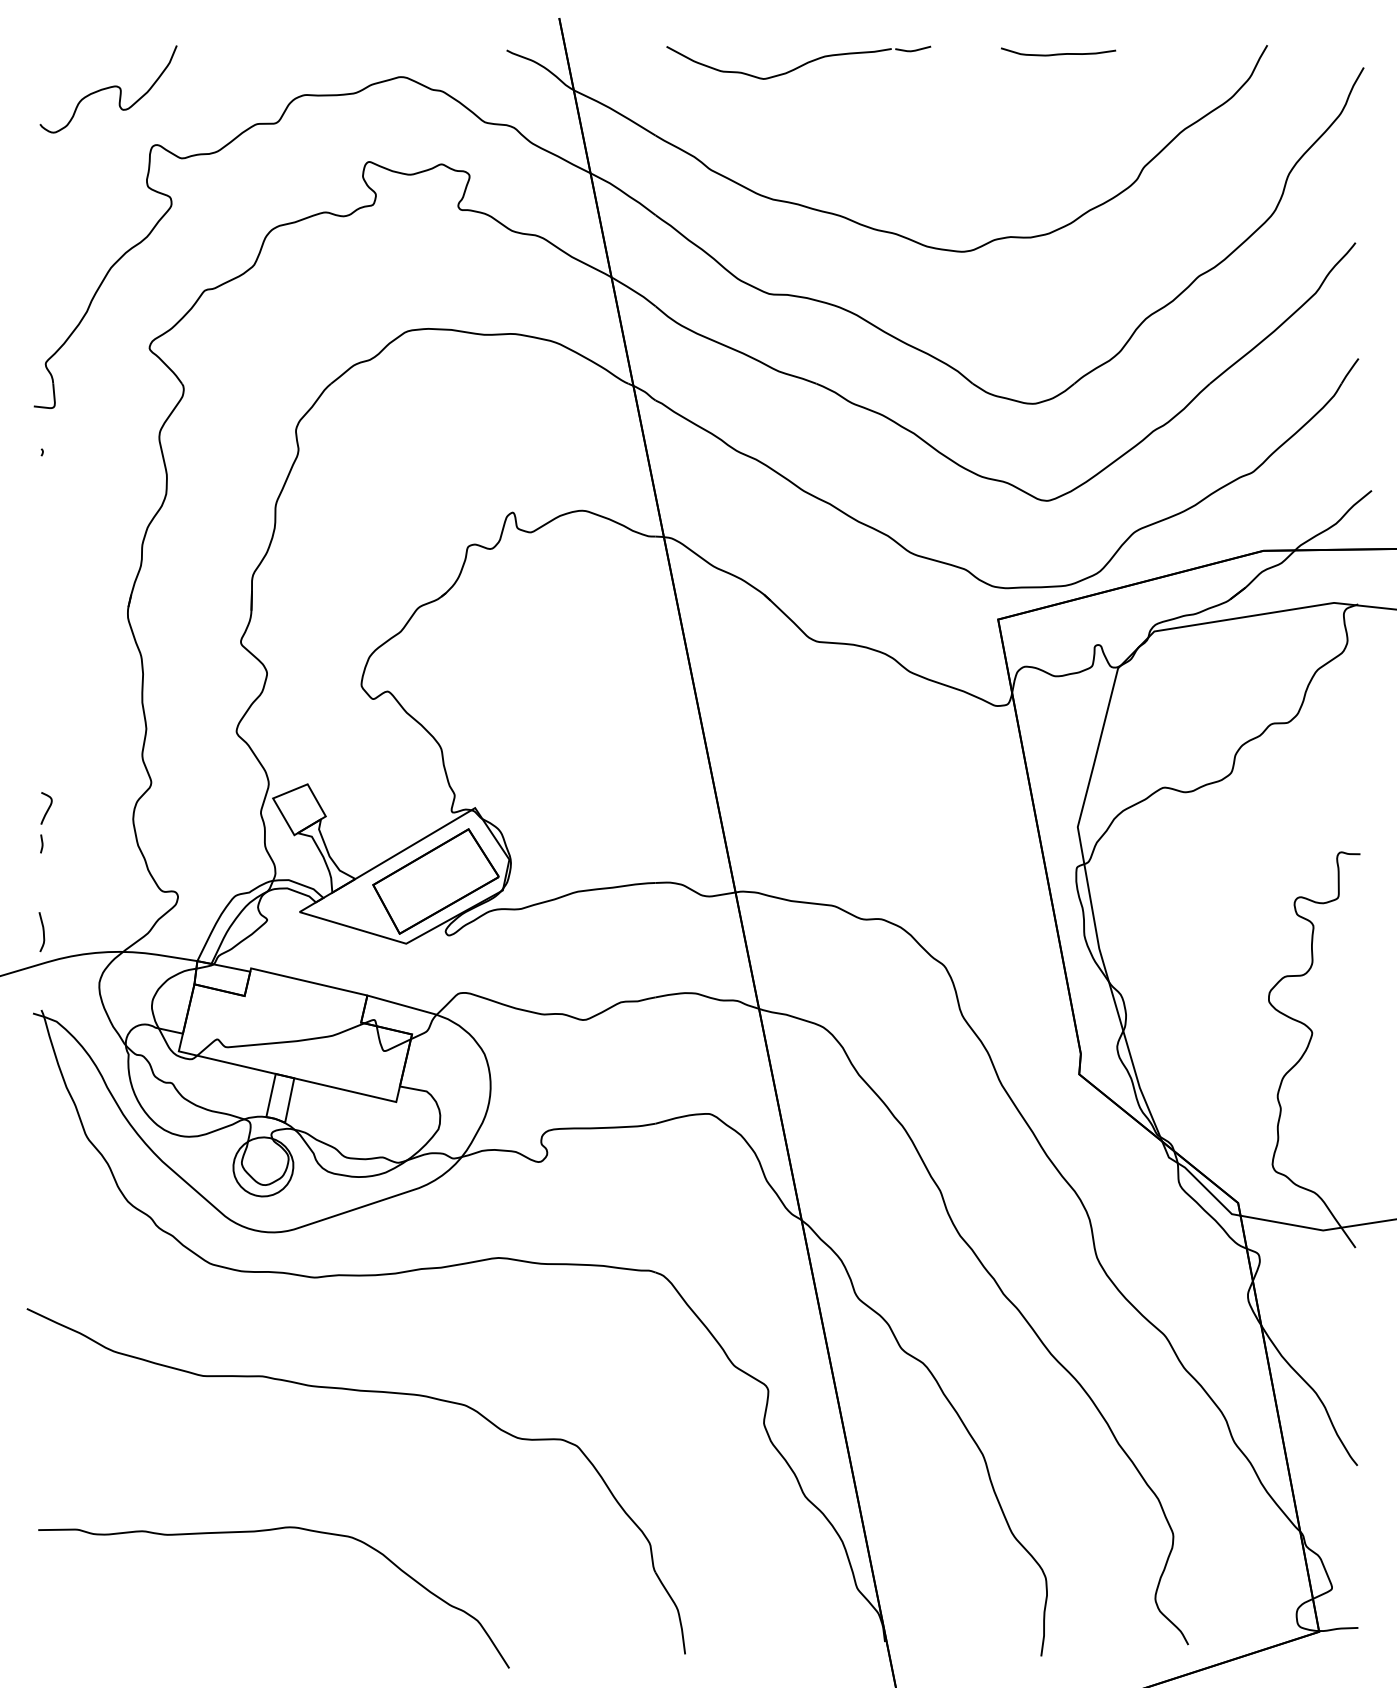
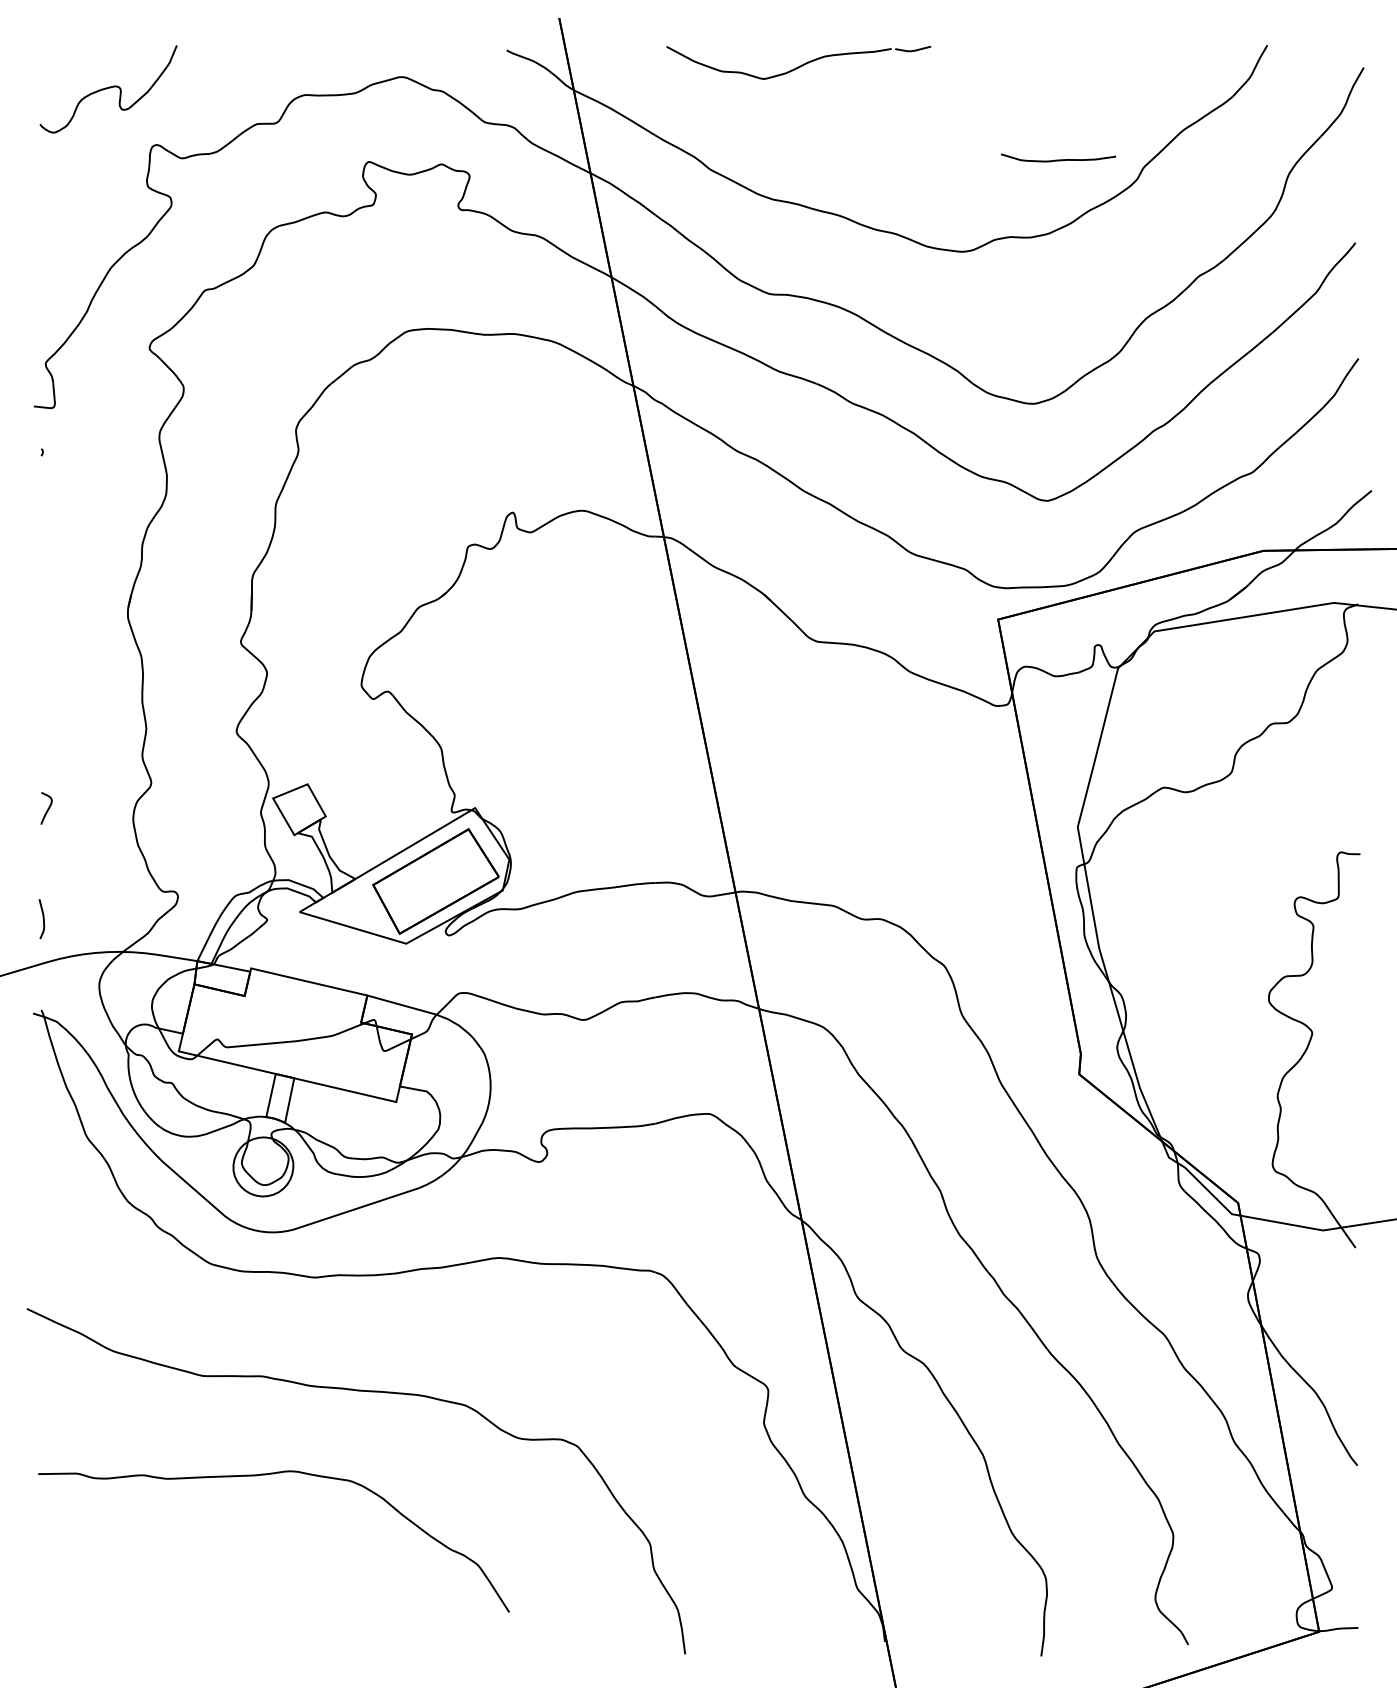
curve at (1058, 53) position: (1058, 53) -> (1058, 159)
line at (41, 843): present -> none
curve at (42, 931) position: (42, 931) -> (42, 918)
curve at (266, 1531) position: (266, 1531) -> (266, 1475)
